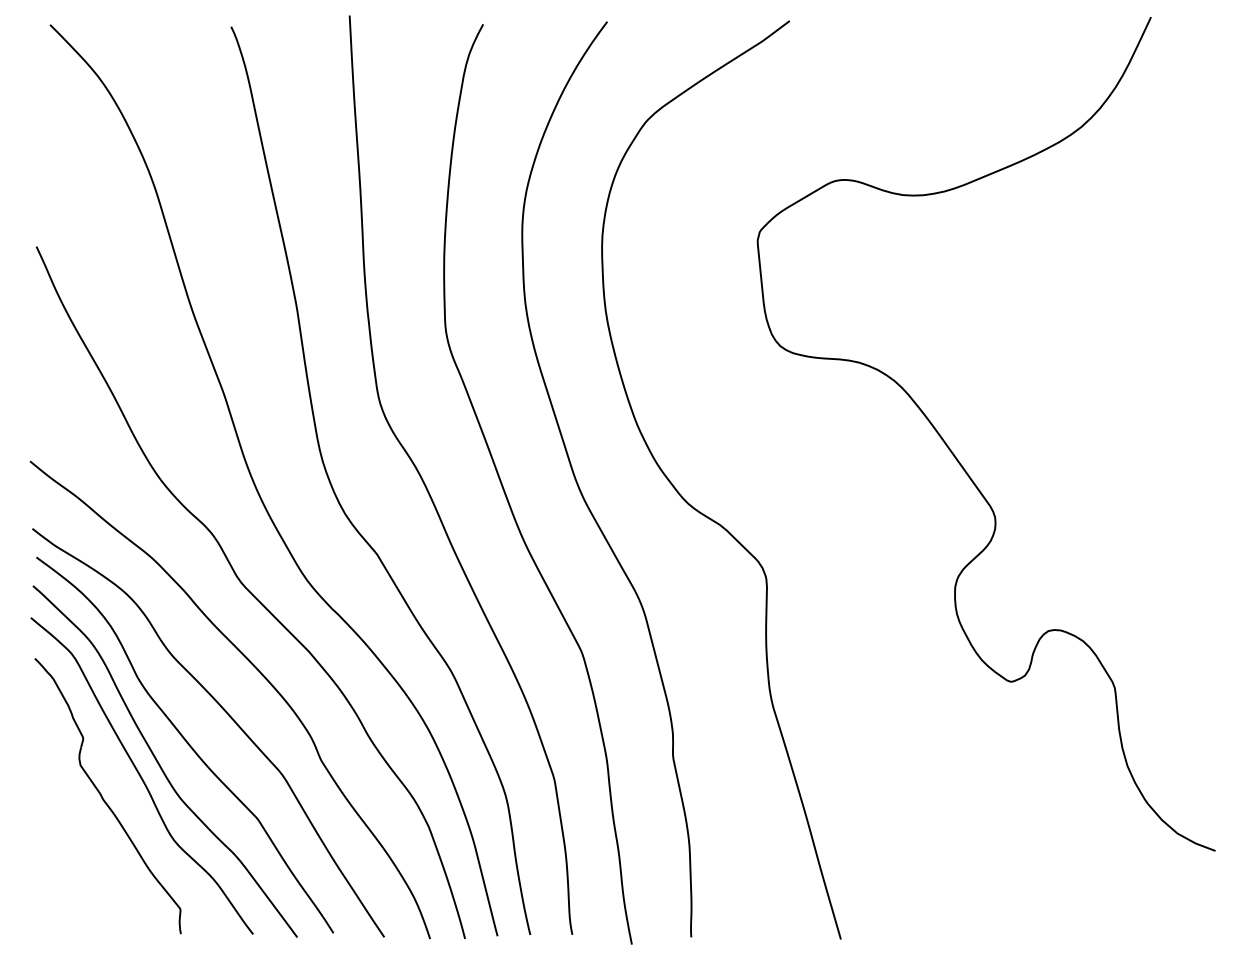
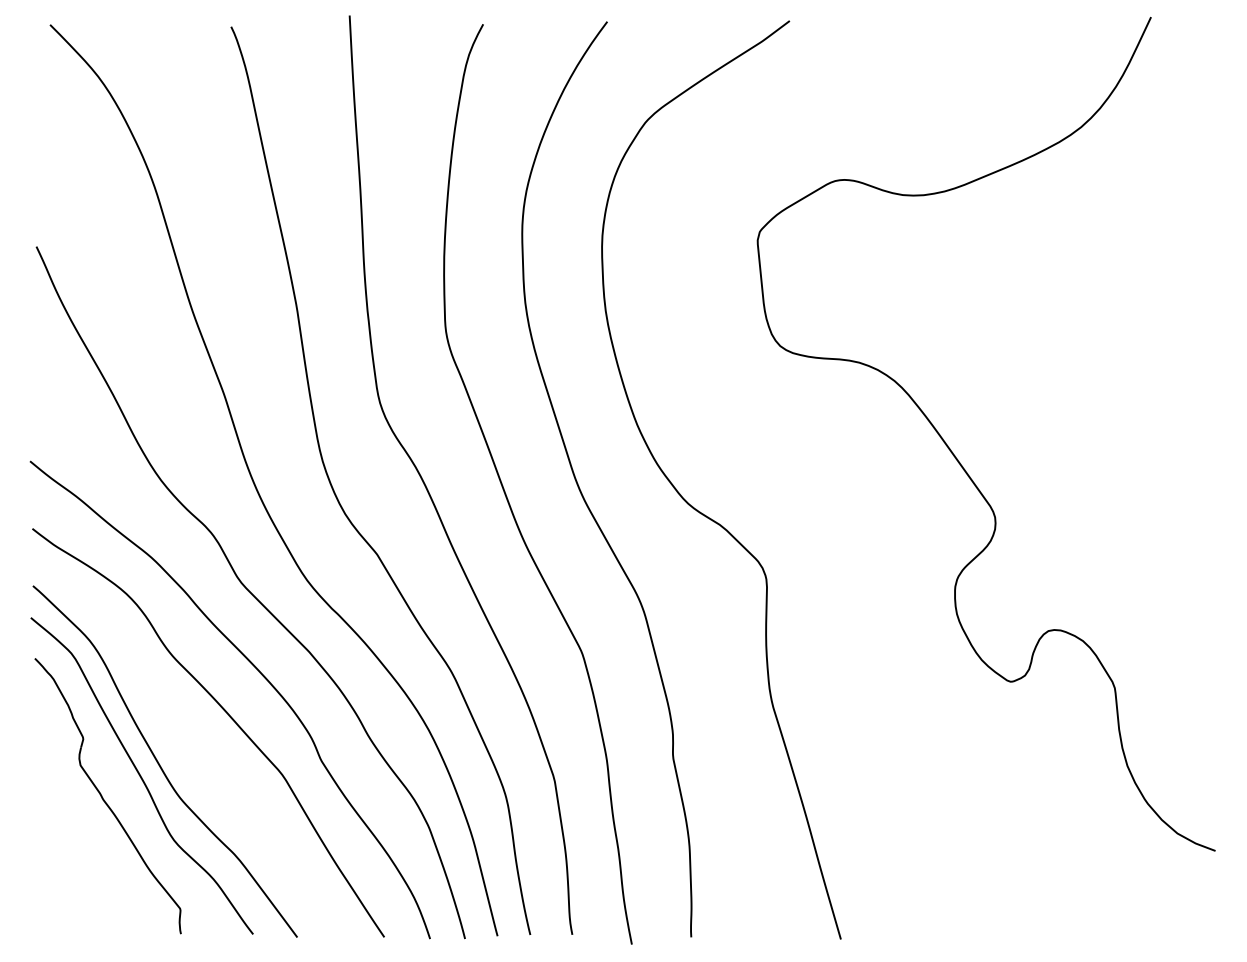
curve at (186, 743): present -> none
